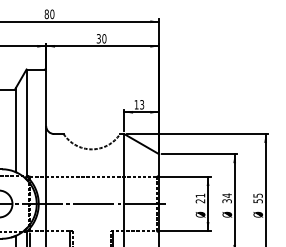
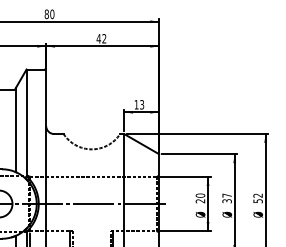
text at (101, 38): 30 -> 42
text at (200, 195): 21 -> 20
text at (226, 195): 34 -> 37
text at (257, 195): 55 -> 52
